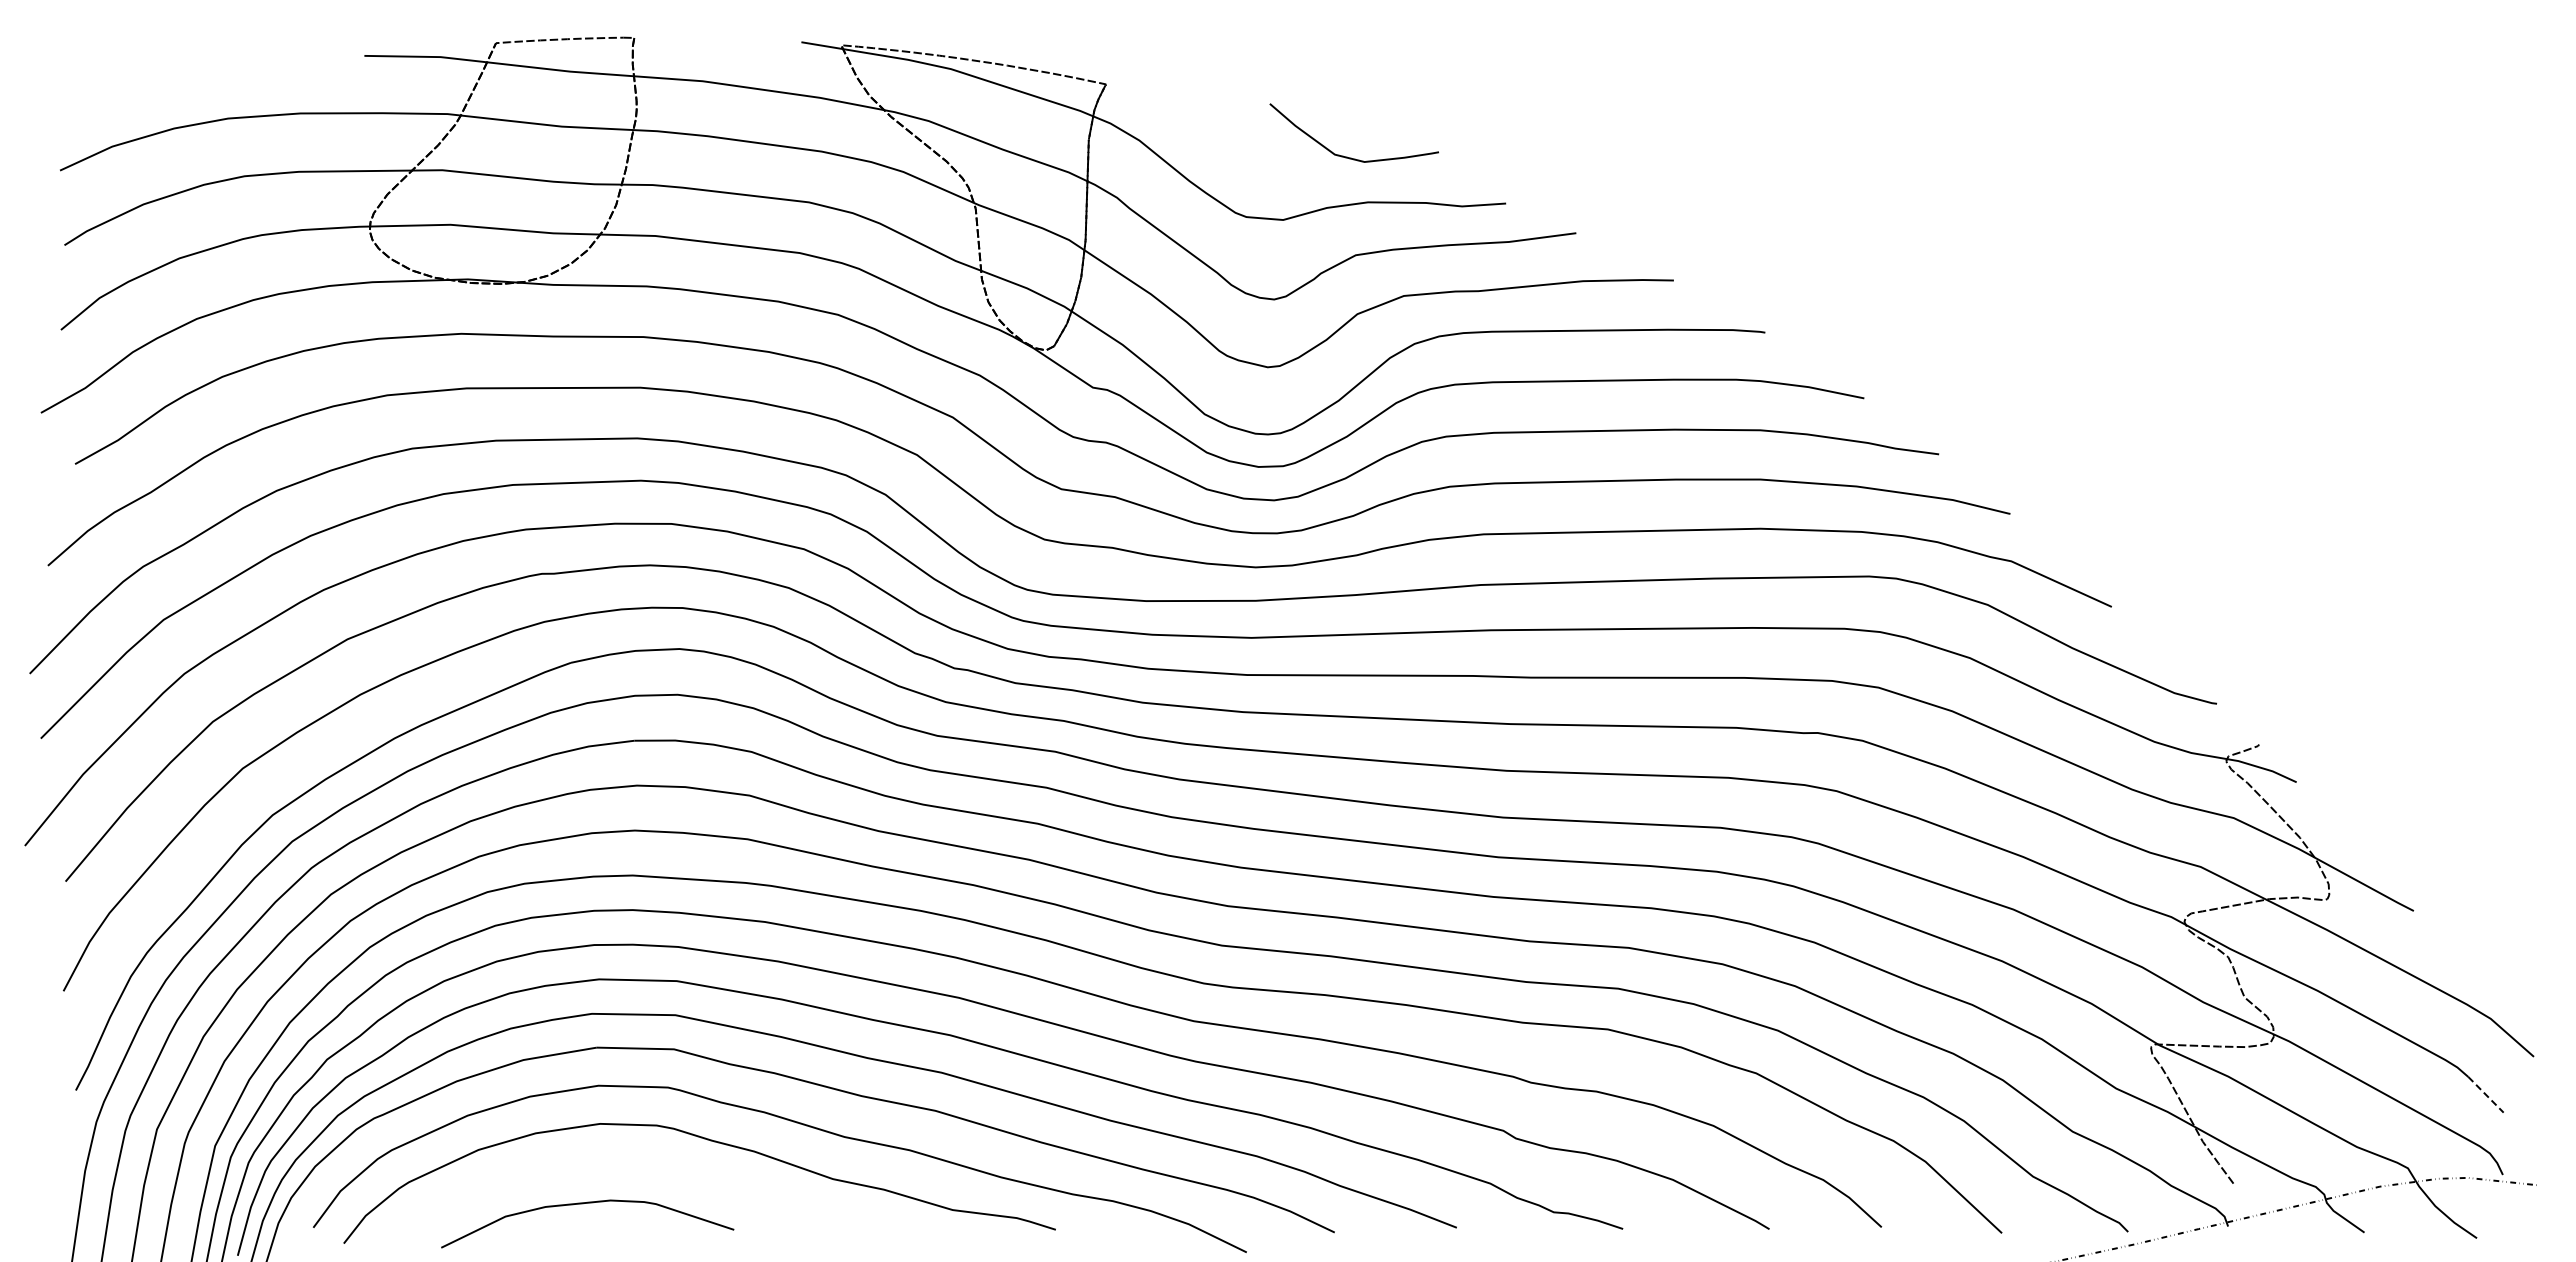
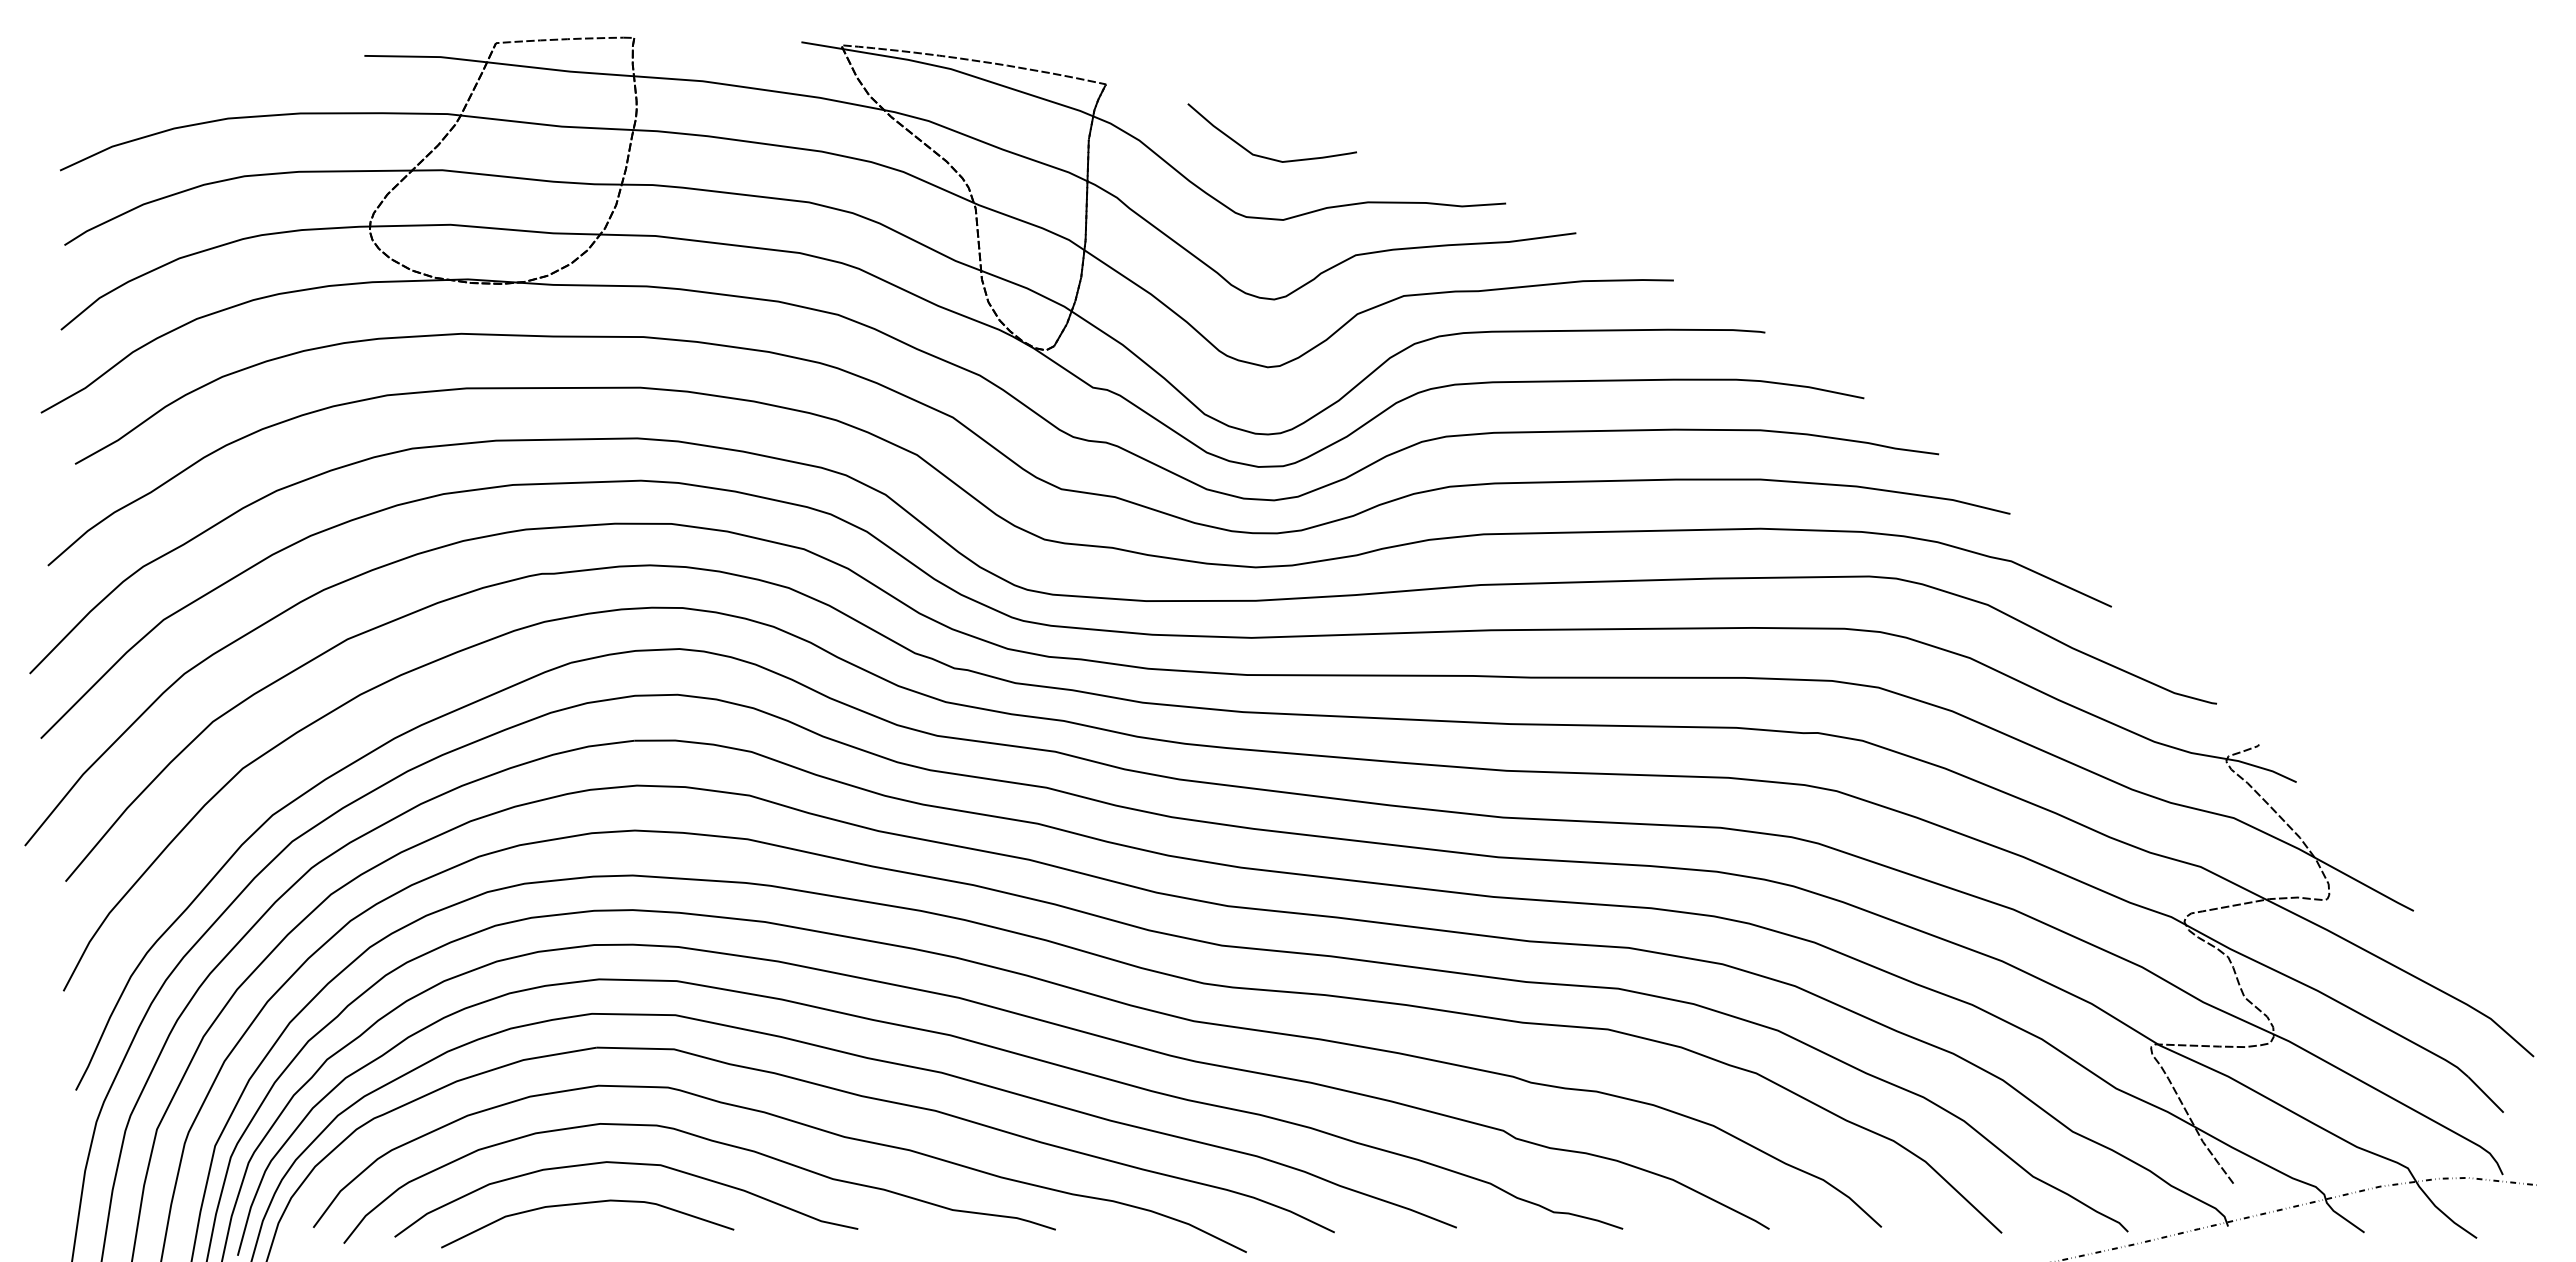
curve at (1347, 156) position: (1347, 156) -> (1265, 156)
line at (2486, 1095): dashed -> solid
curve at (626, 1164): none -> present
